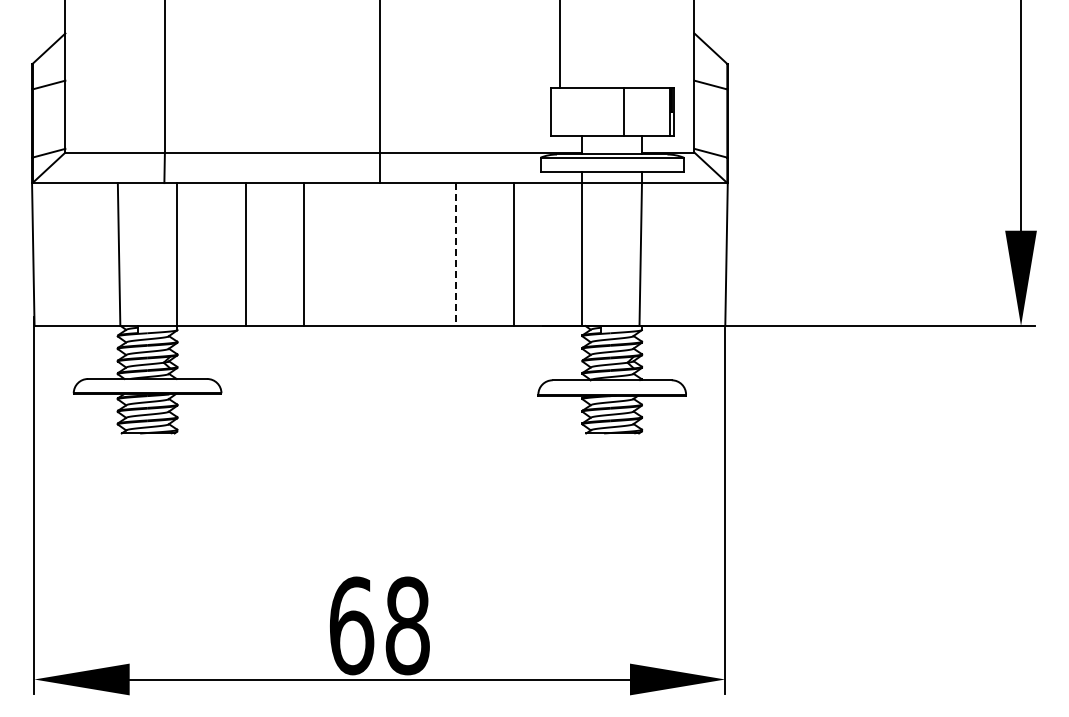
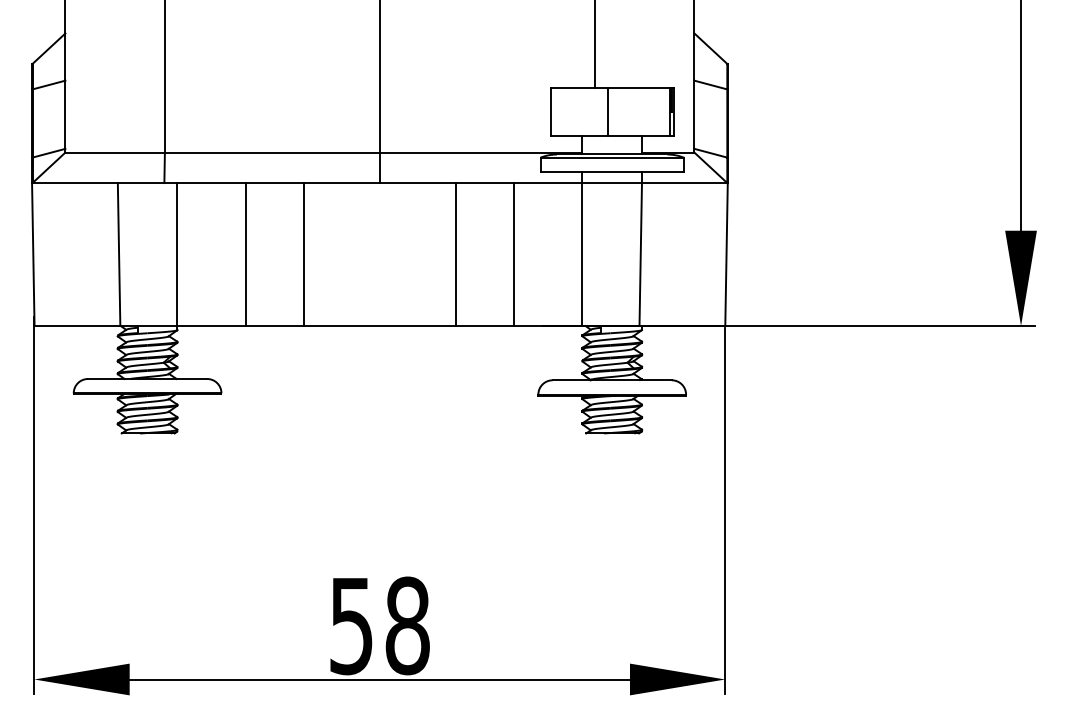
line at (559, 44) position: (559, 44) -> (594, 44)
line at (624, 111) position: (624, 111) -> (608, 111)
line at (455, 255): dashed -> solid
text at (352, 625): 68 -> 58
